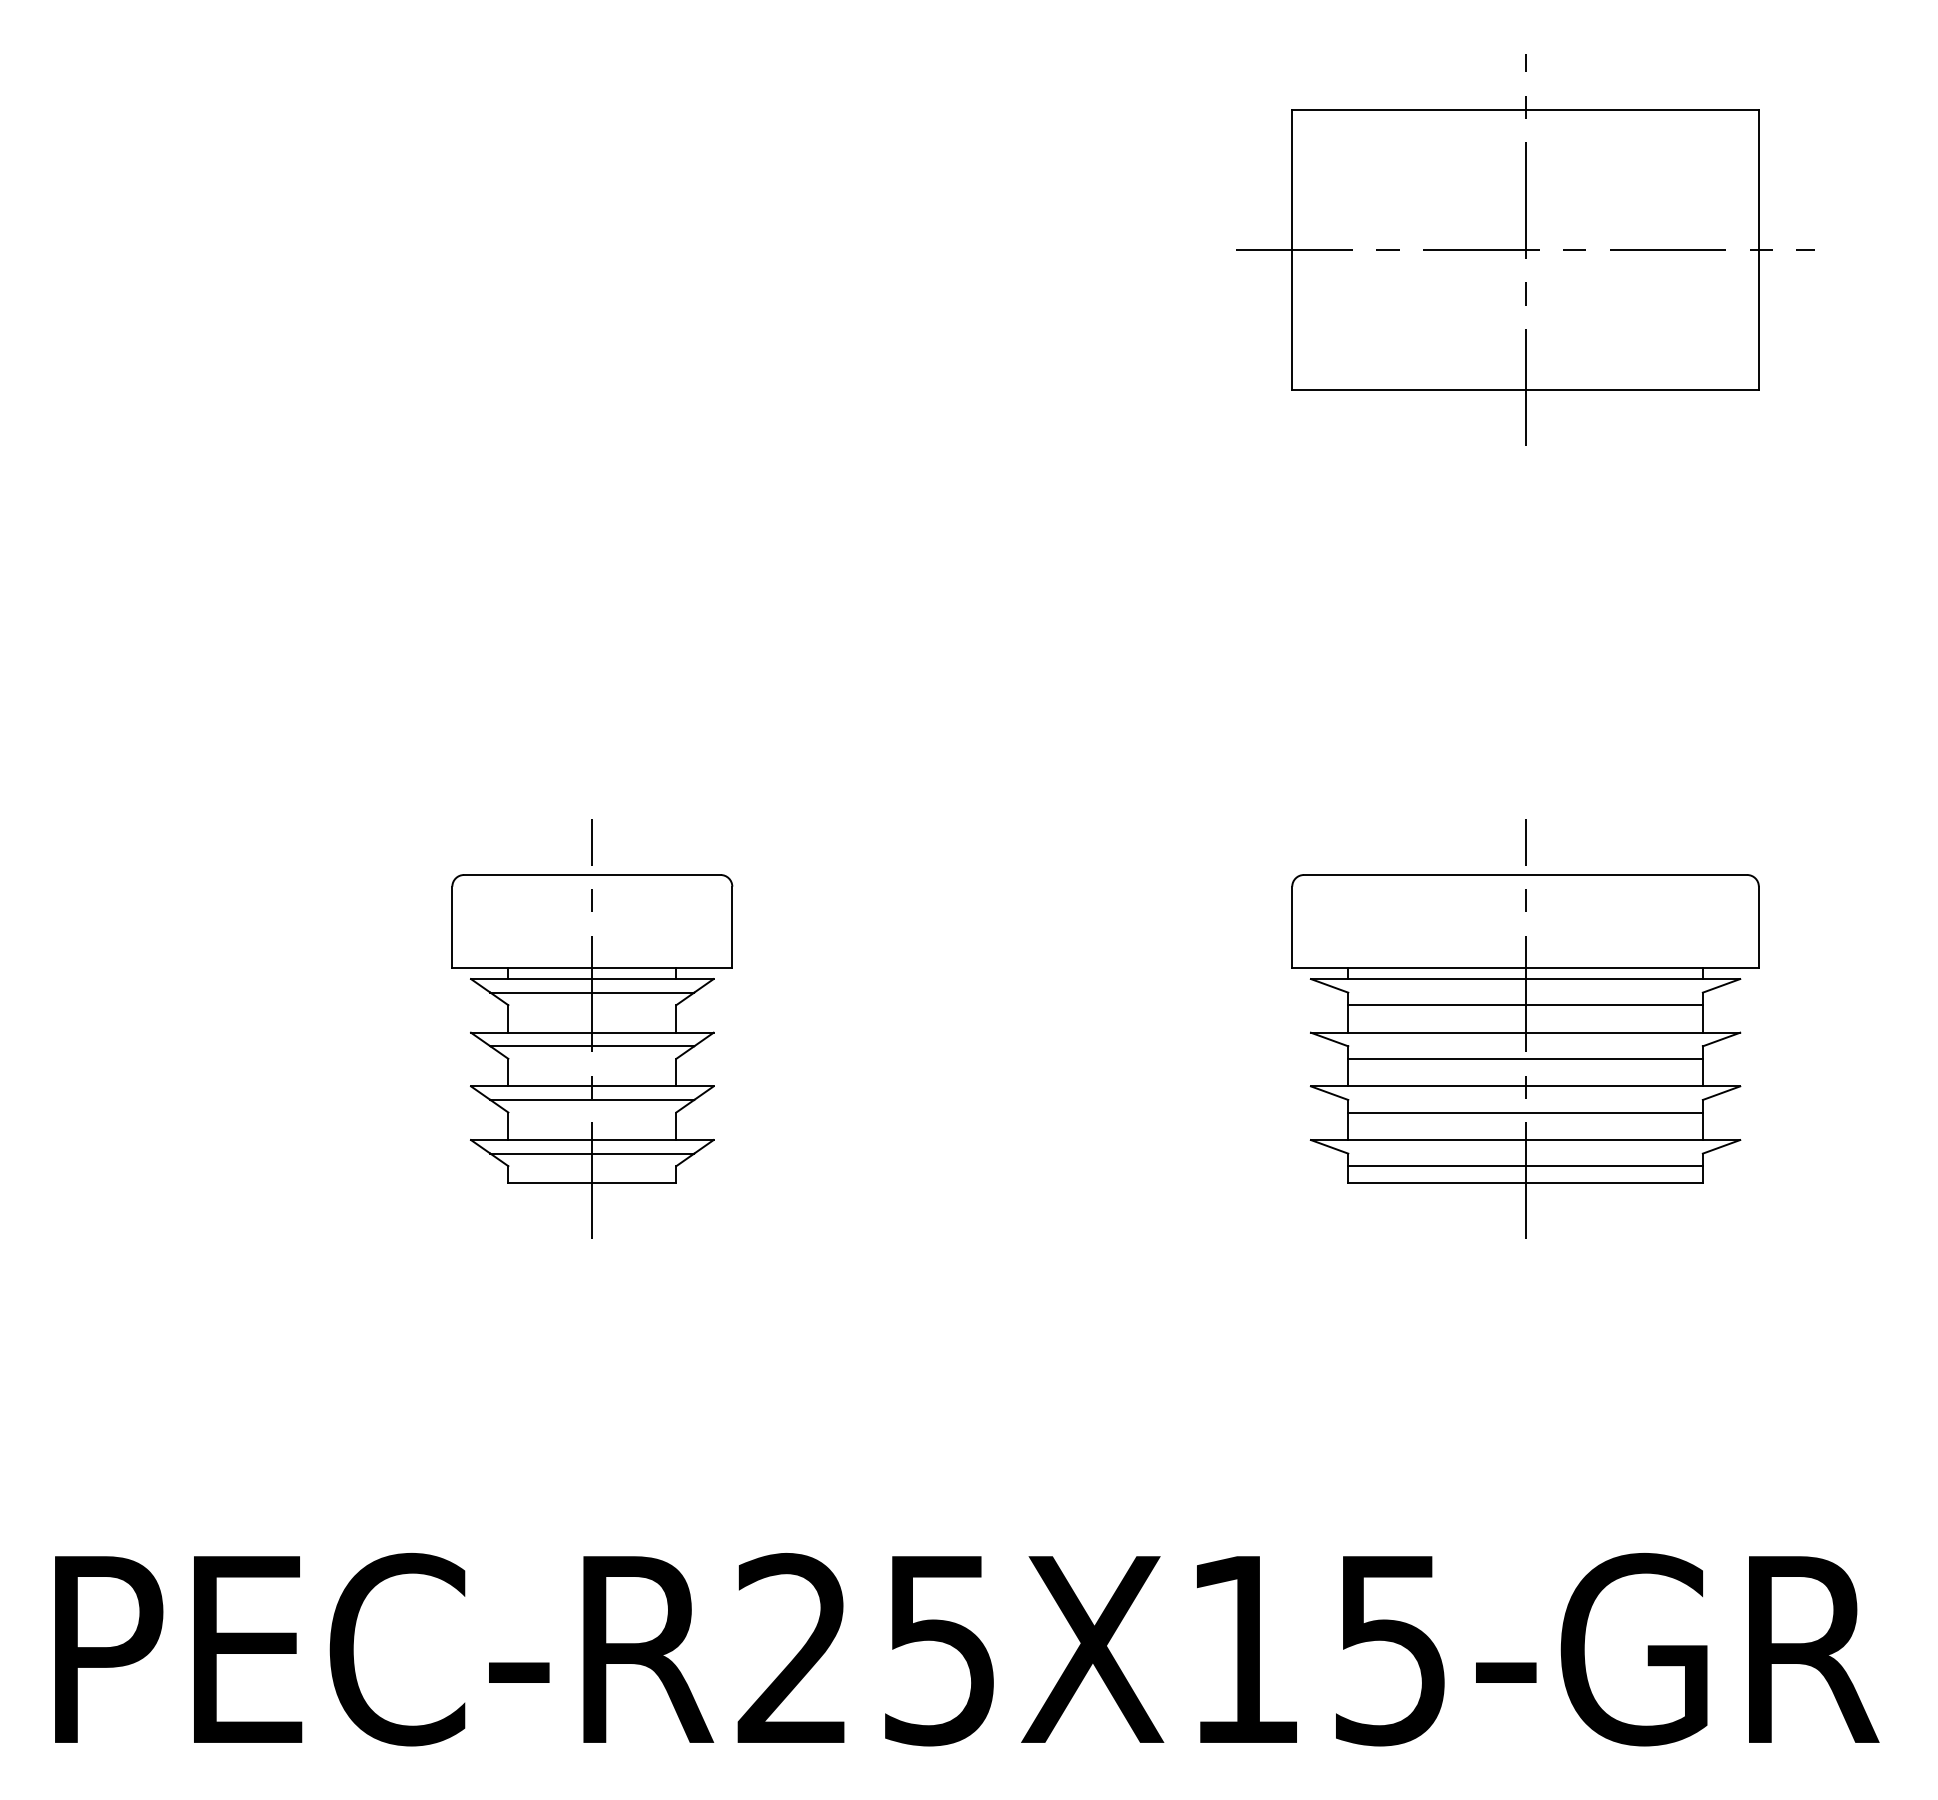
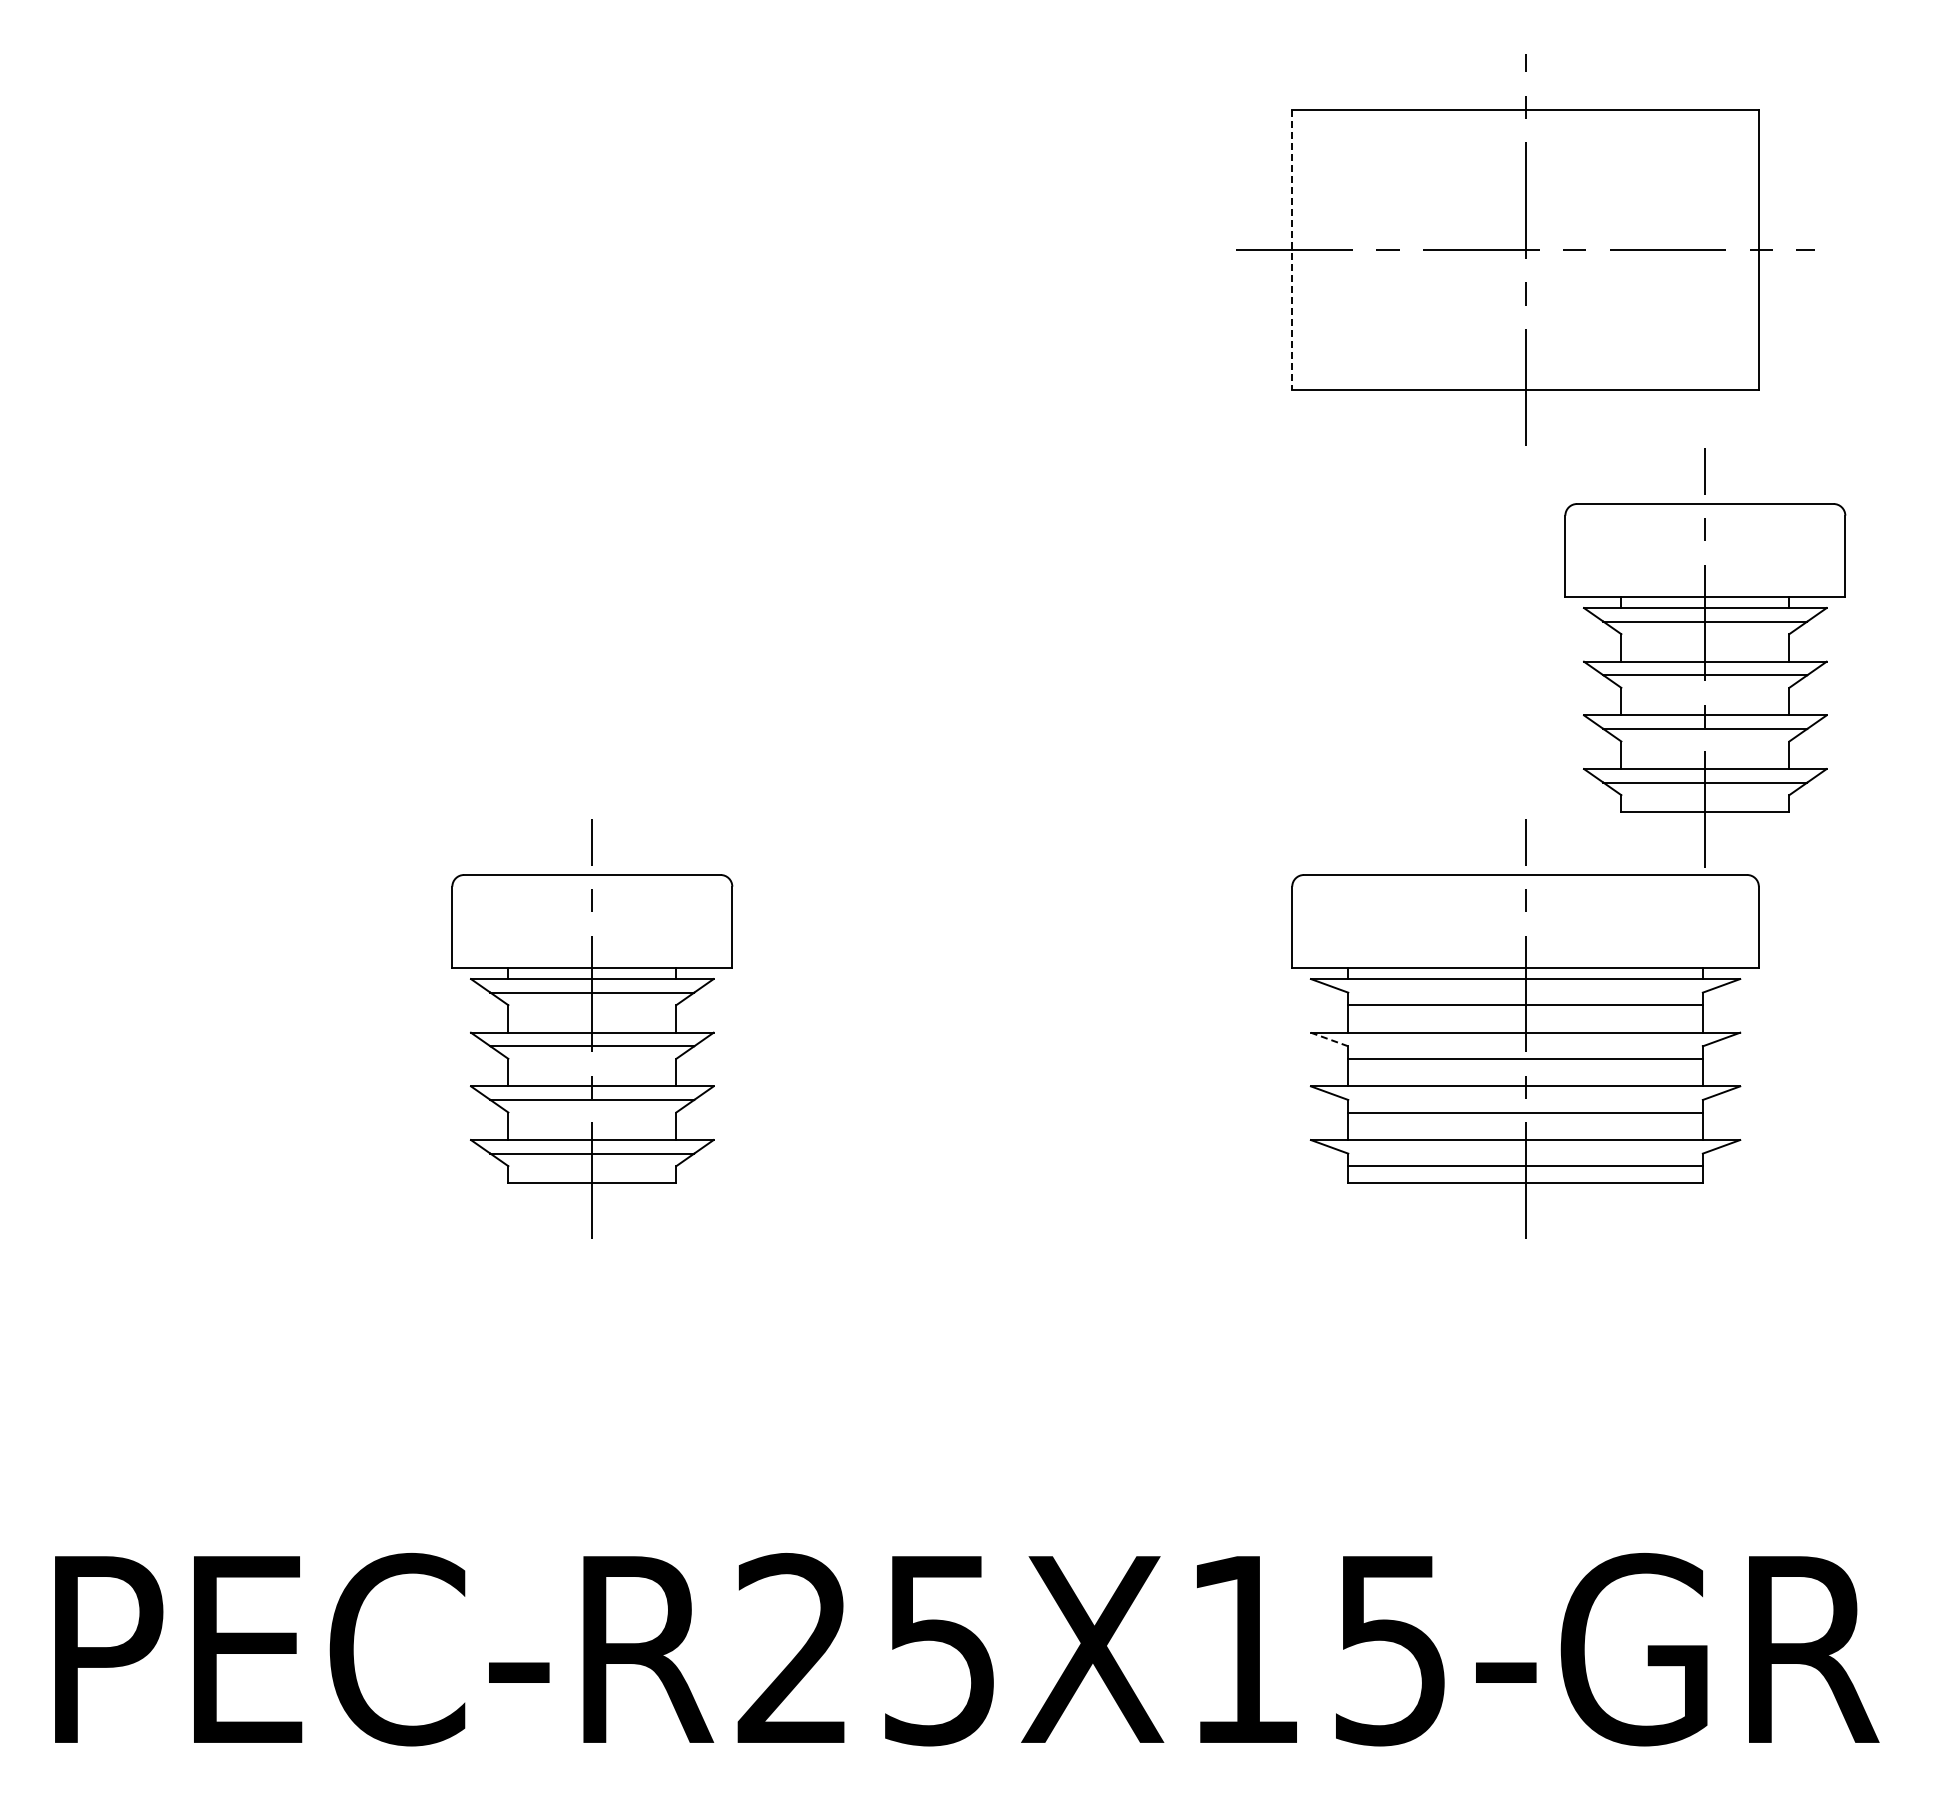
line at (1292, 249): solid -> dashed
part at (1705, 657): none -> present
line at (1329, 1039): solid -> dashed
